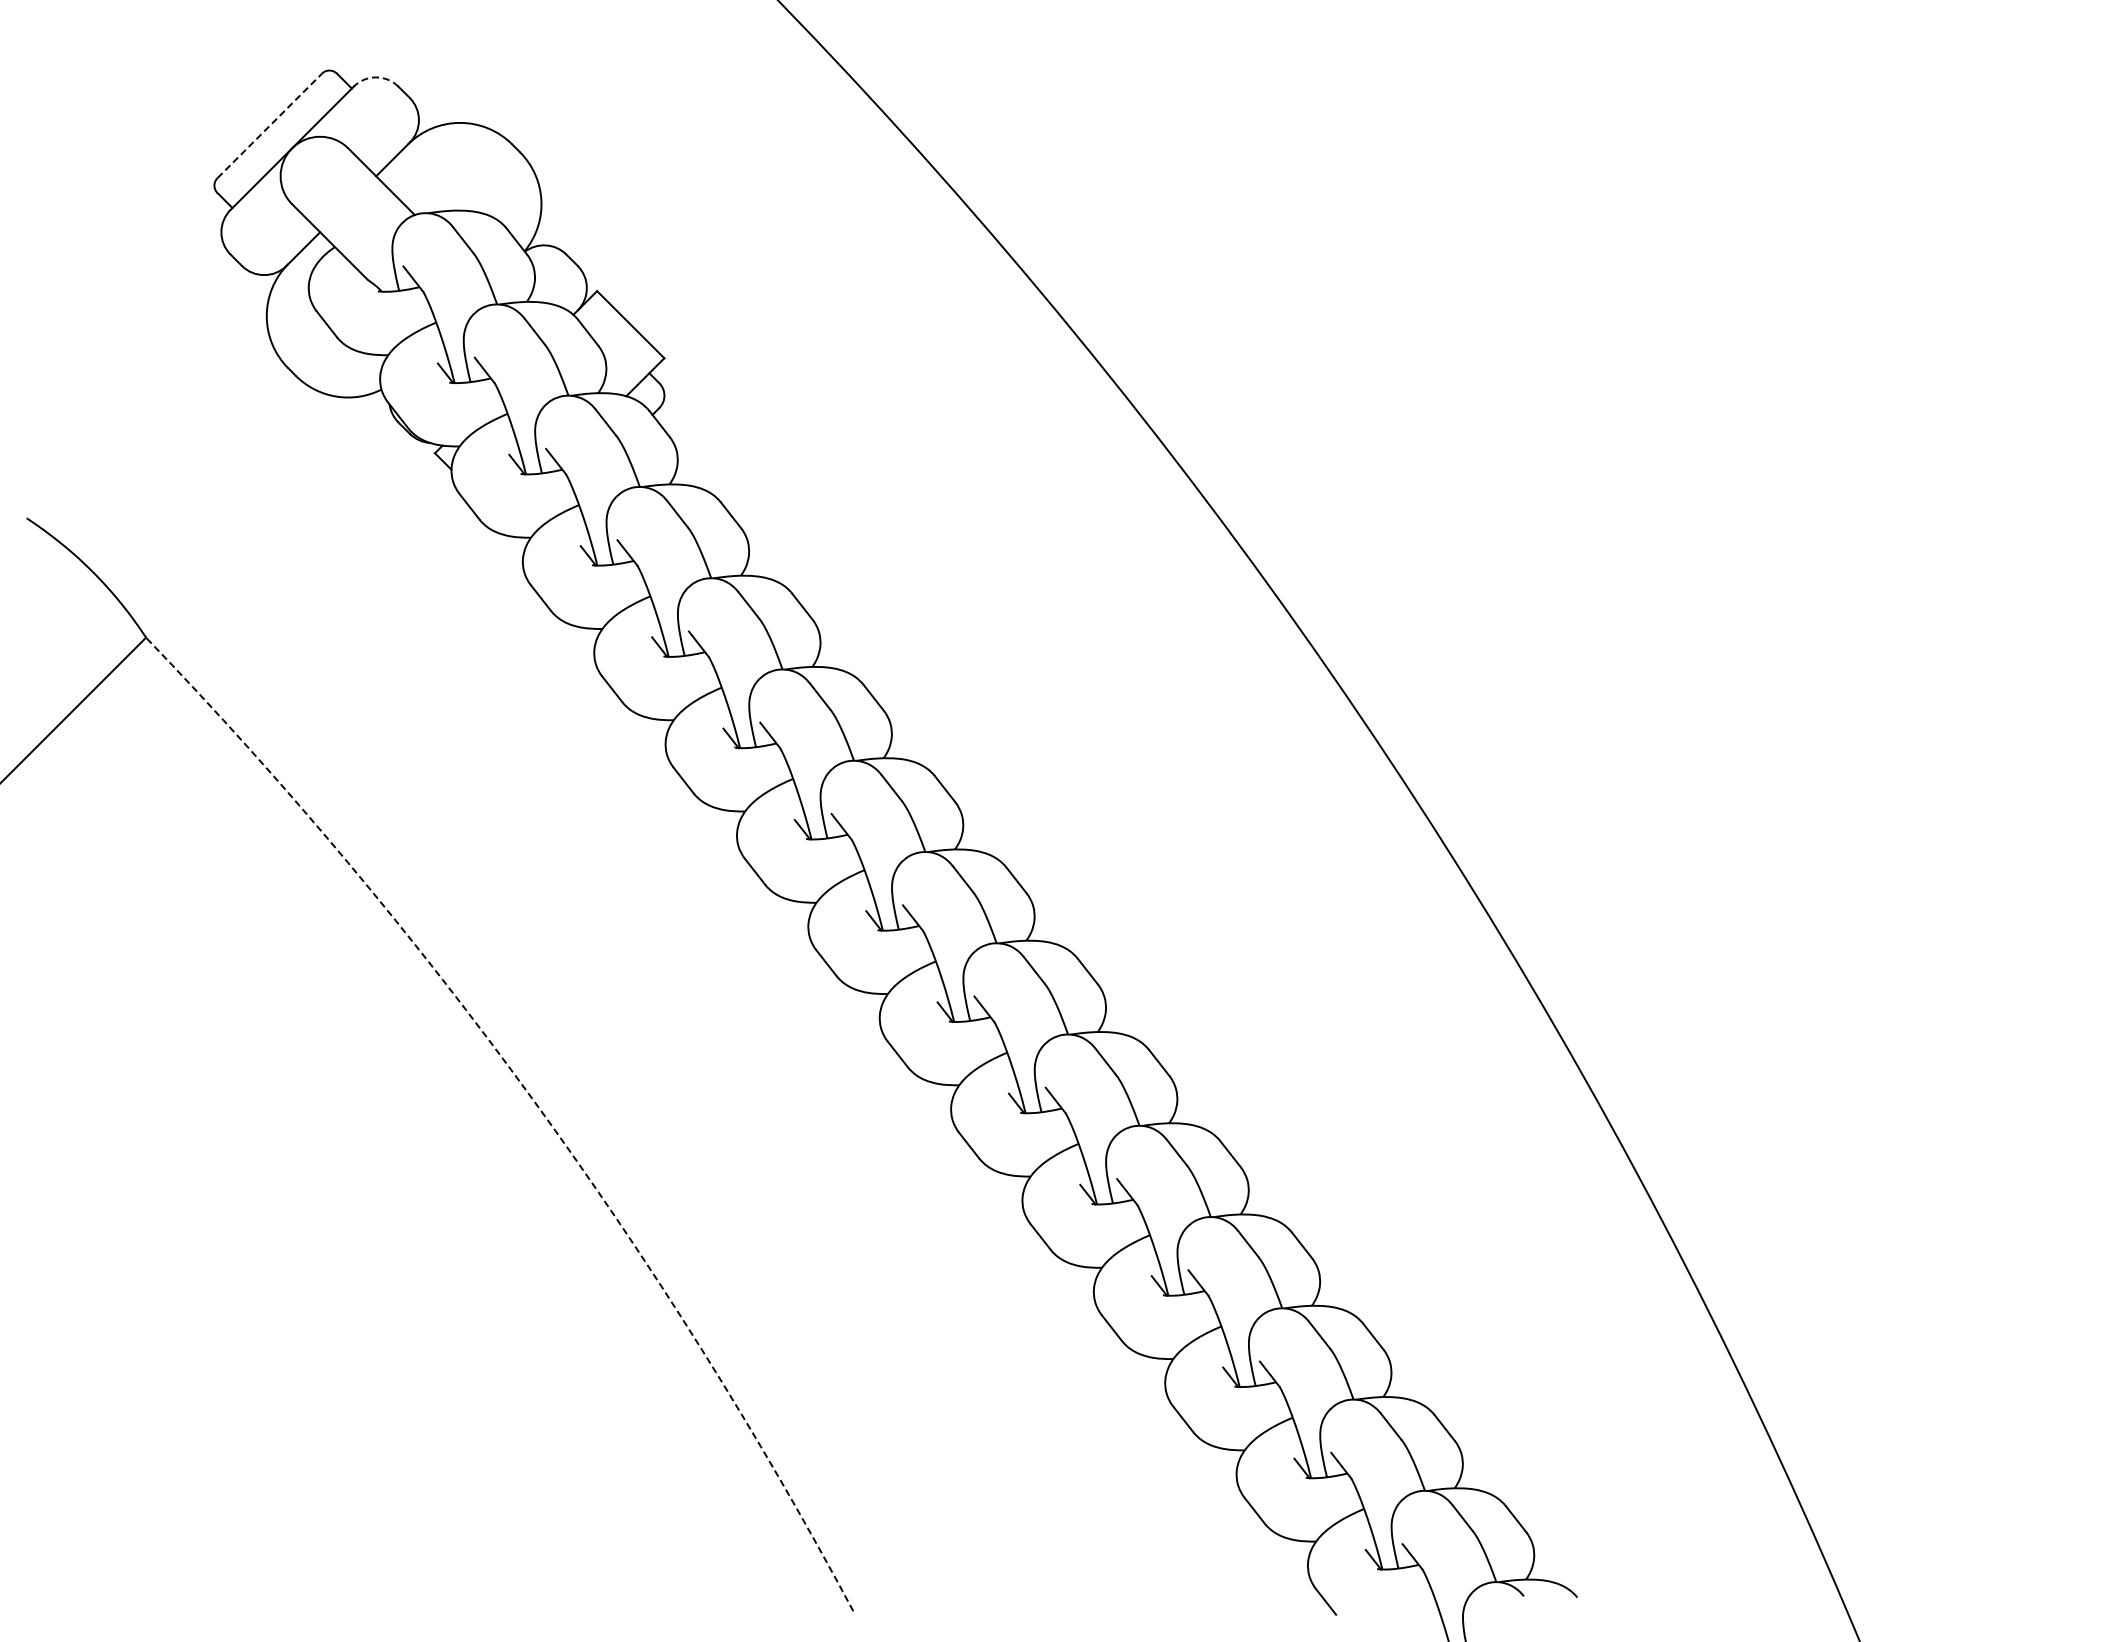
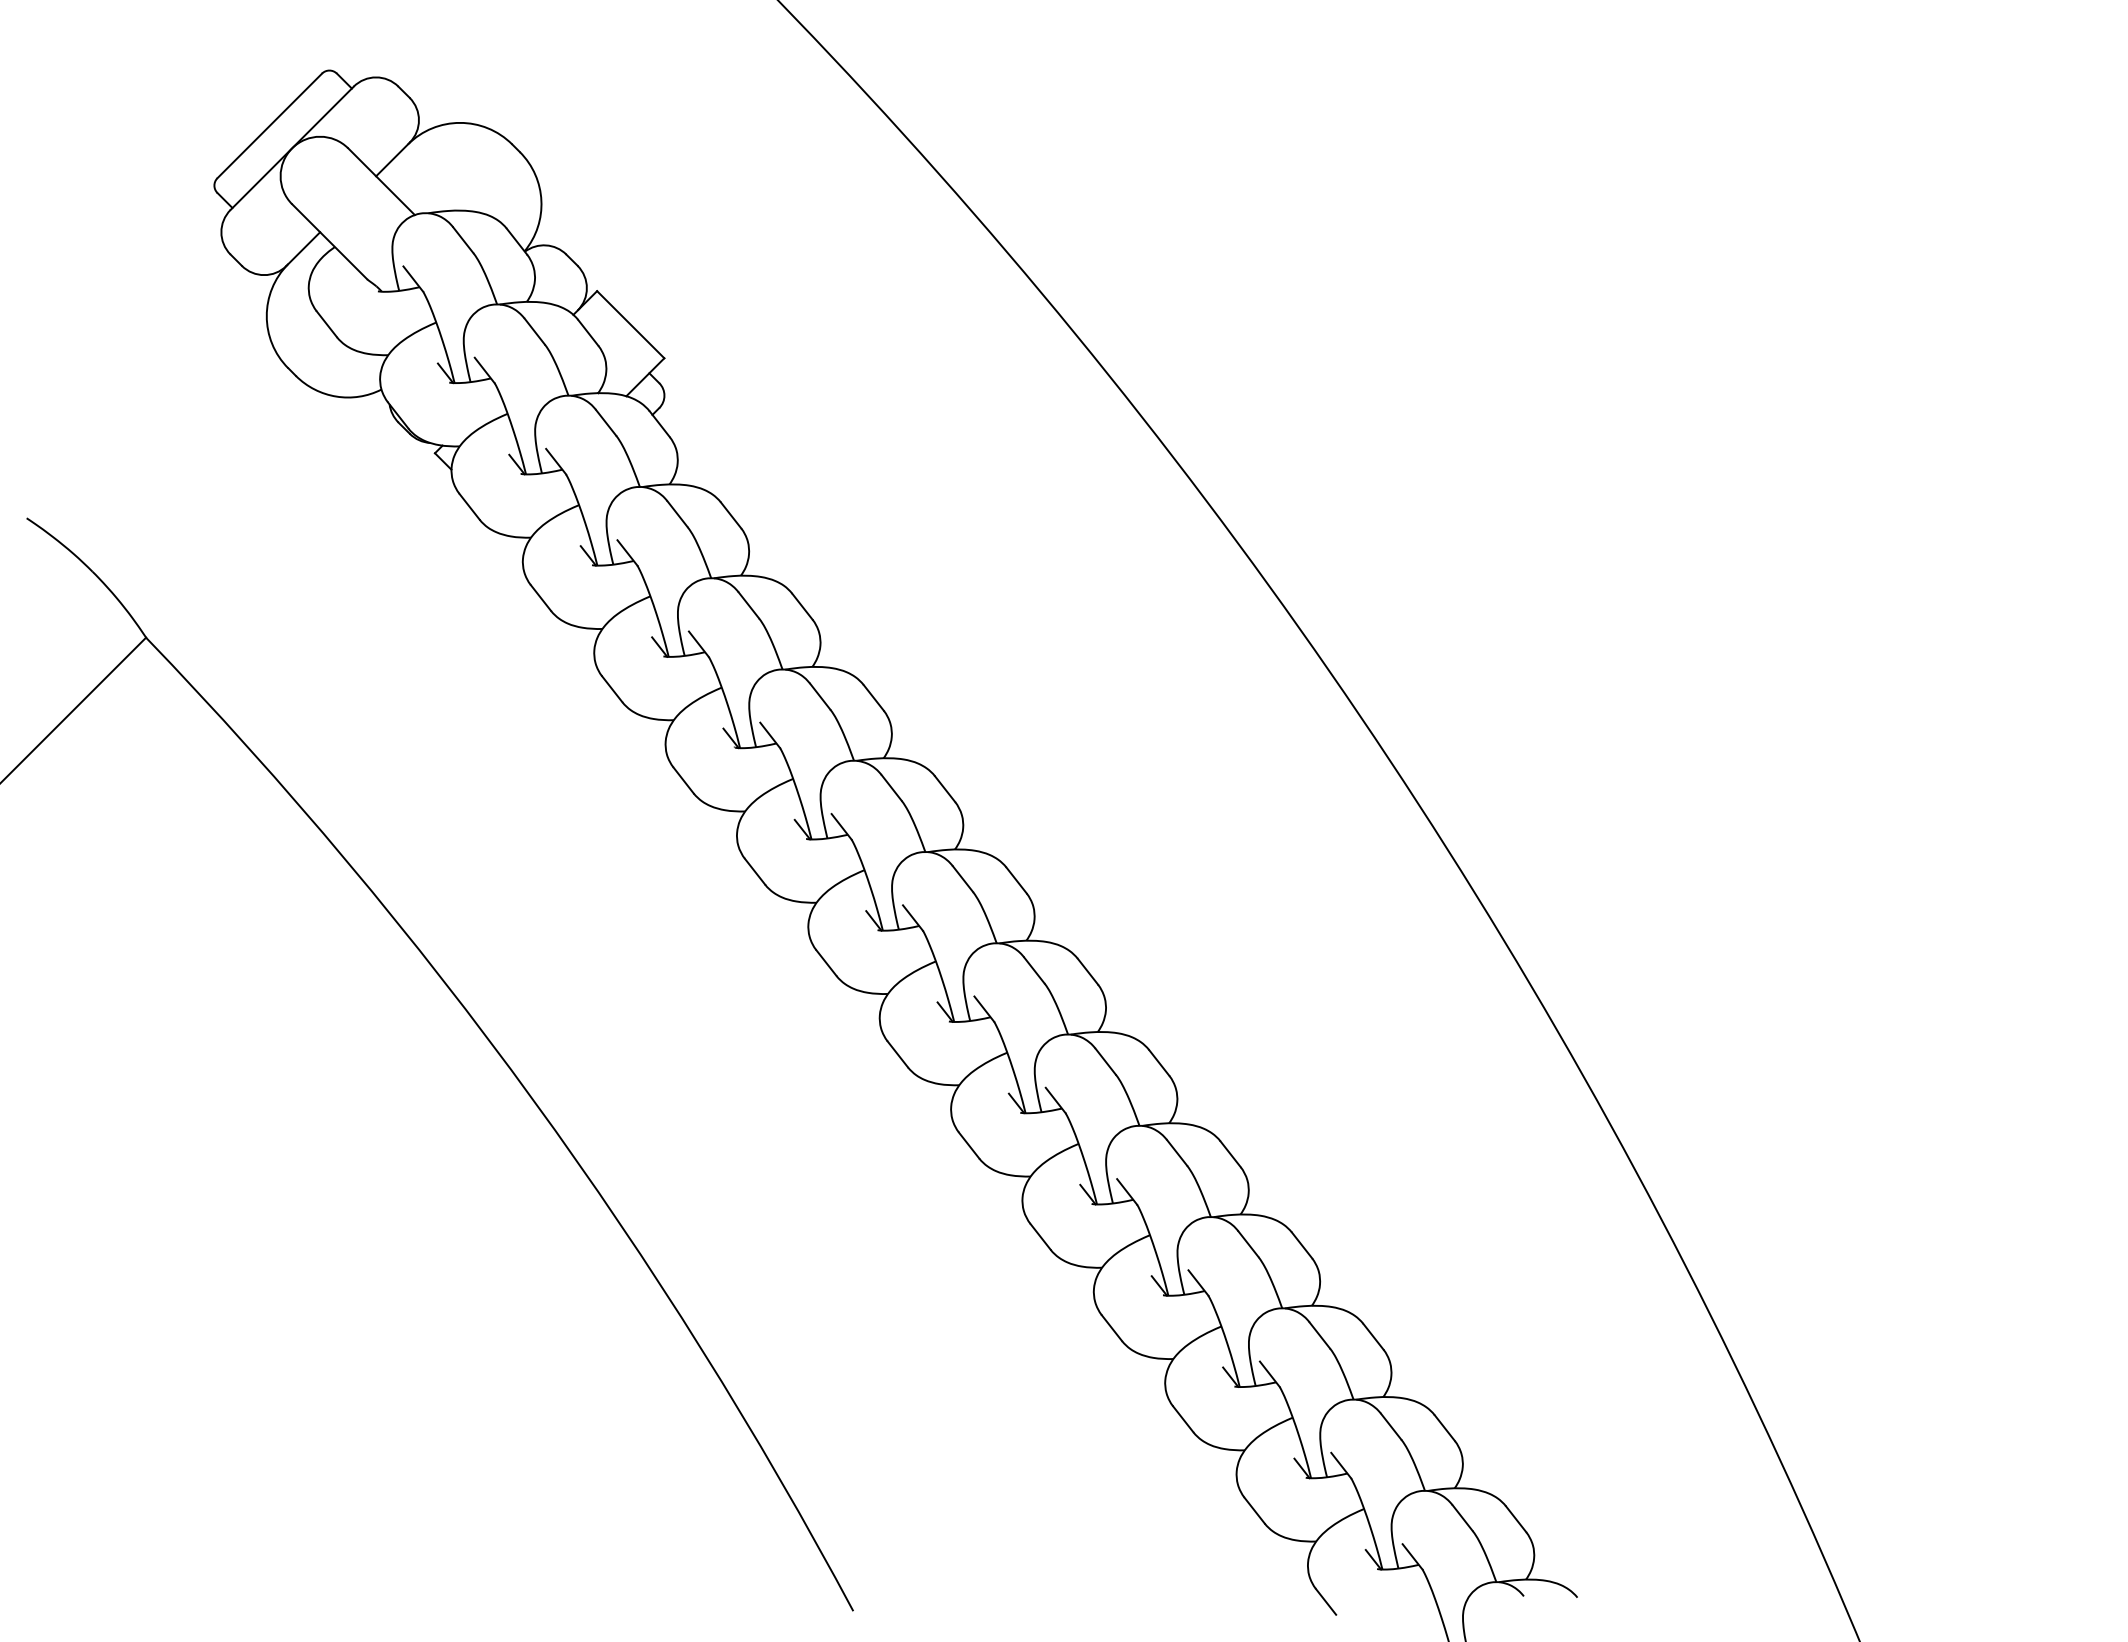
arc at (376, 77): dashed -> solid
line at (269, 125): dashed -> solid
arc at (533, 1100): dashed -> solid
